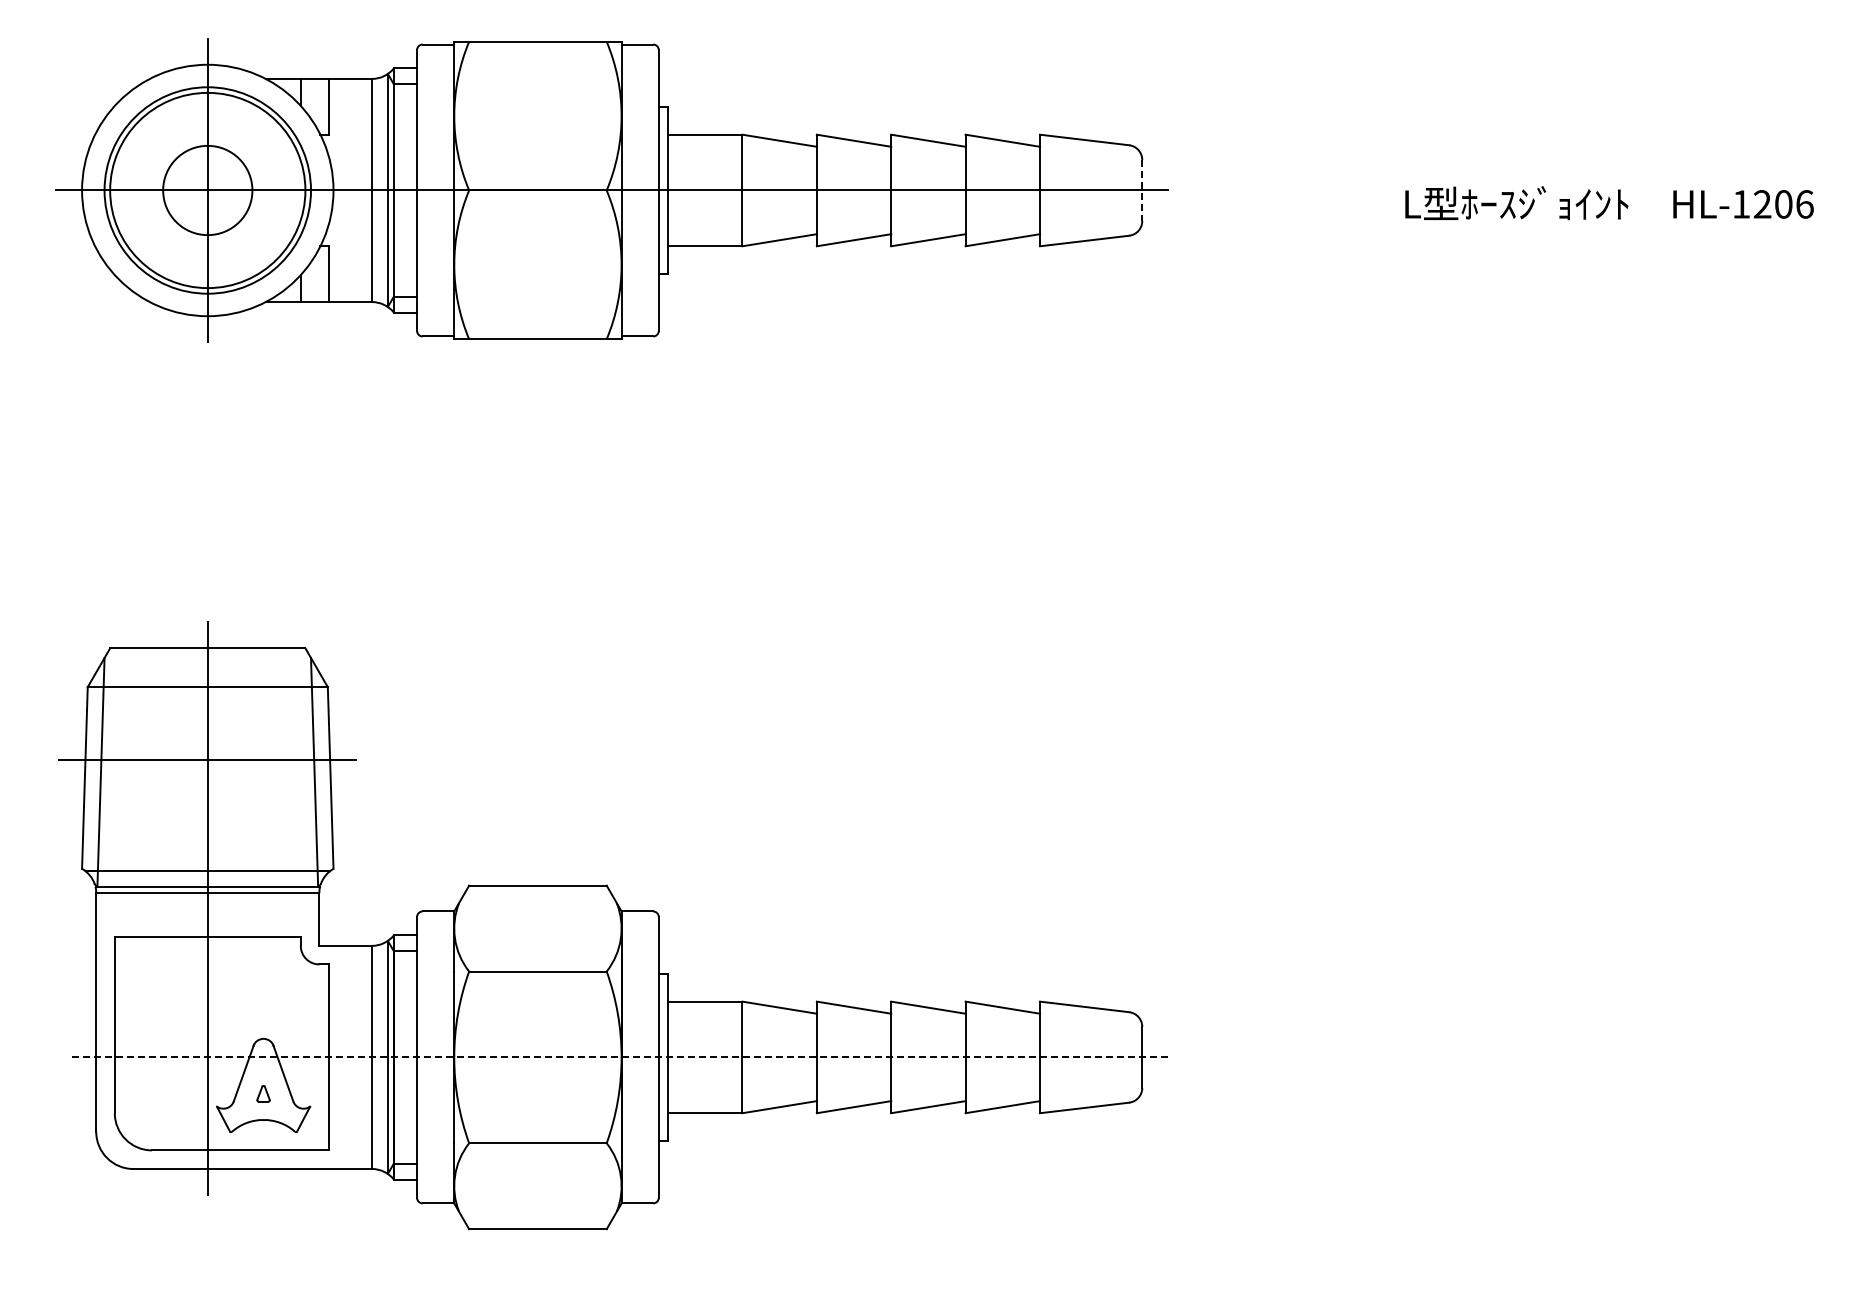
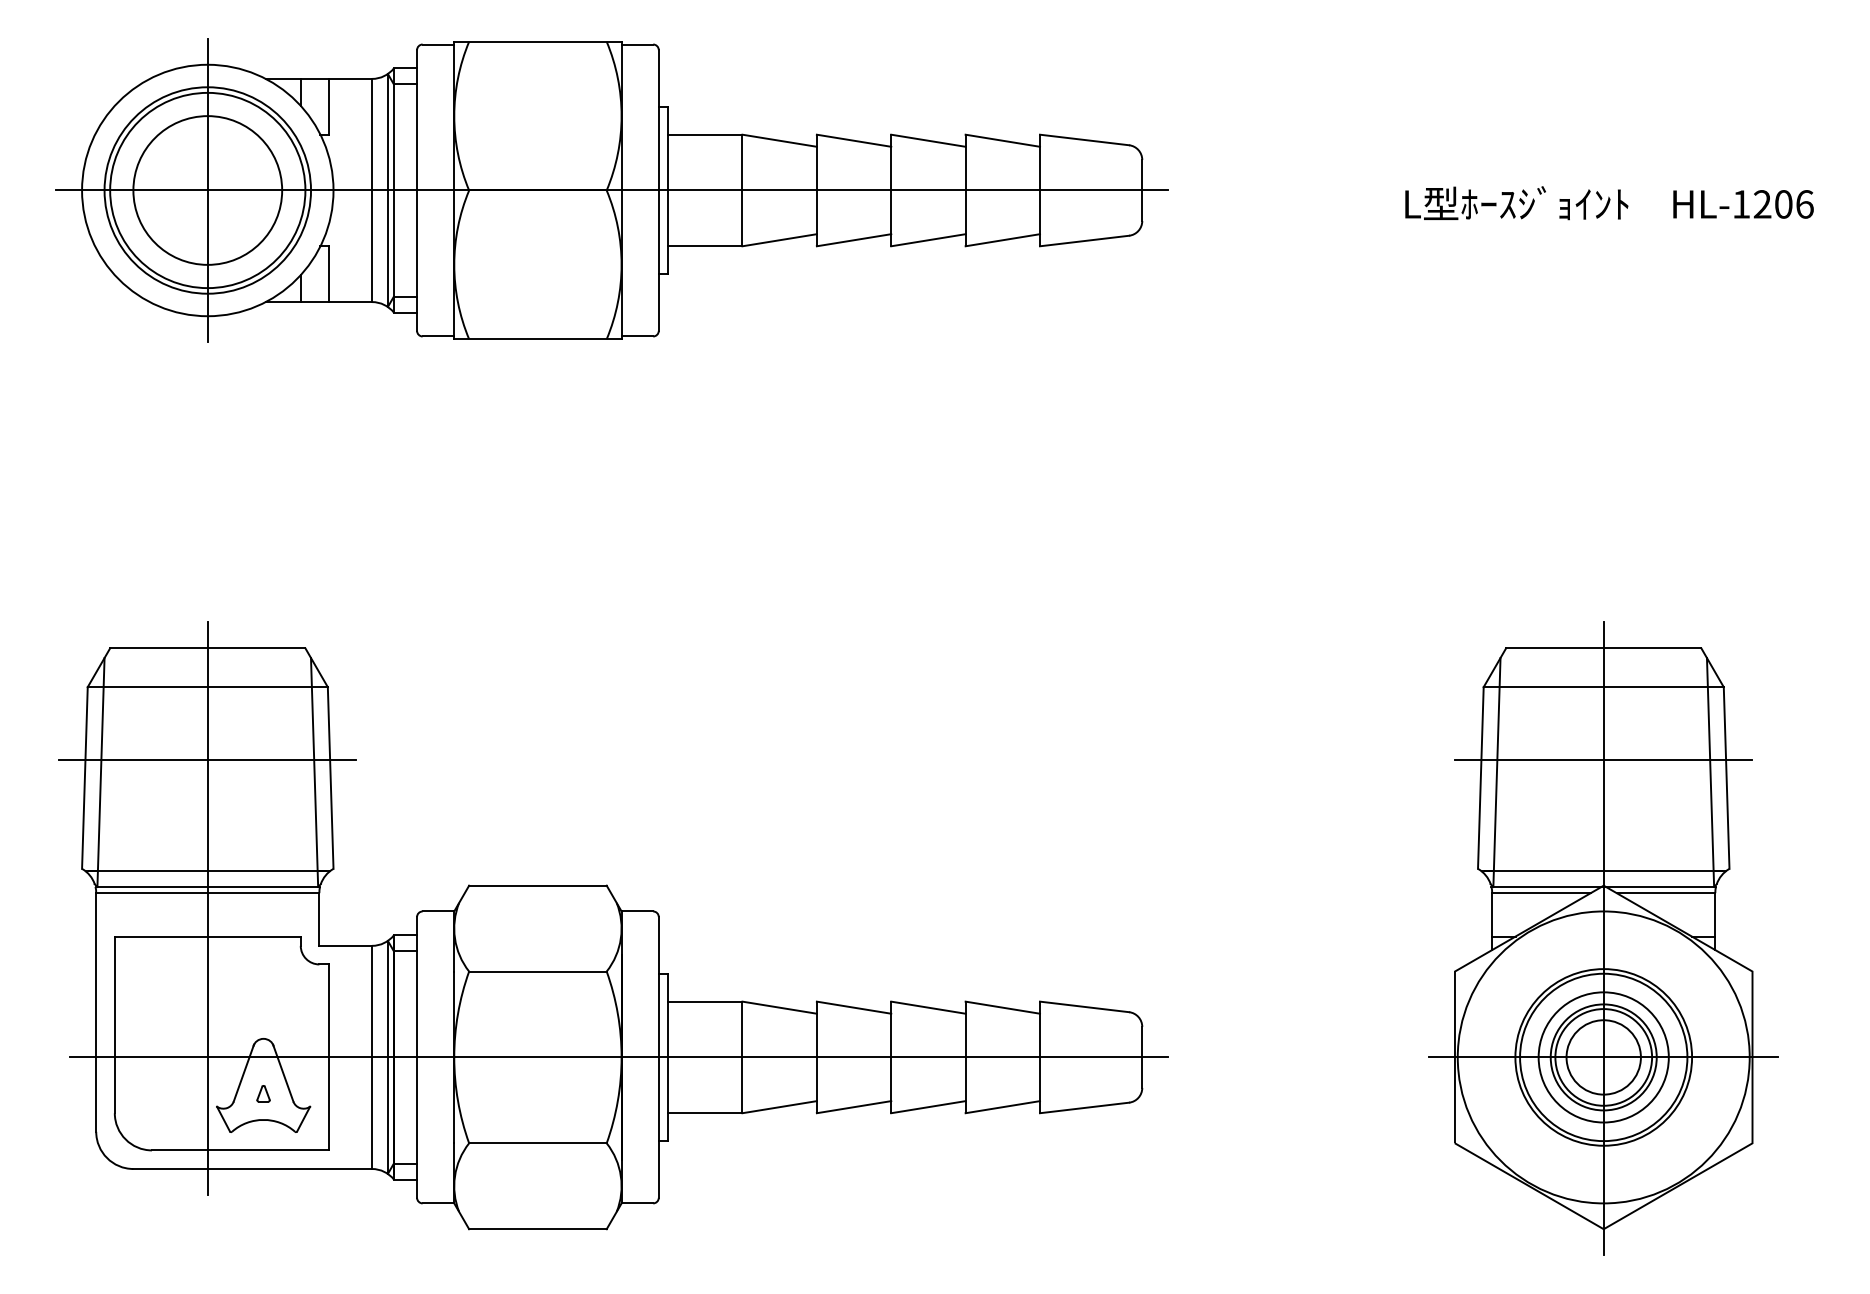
circle at (207, 190) diameter: 89 px -> 149 px
line at (1142, 191): dashed -> solid
part at (1603, 938): none -> present
line at (618, 1057): dashed -> solid
